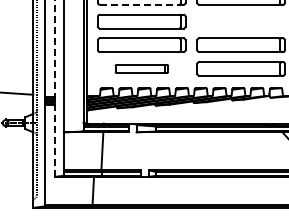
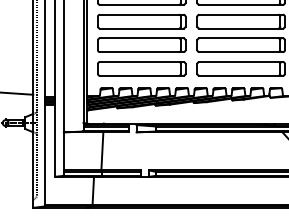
line at (141, 4): dashed -> solid
part at (240, 21): none -> present
part at (141, 68) size: 55x10 px -> 90x16 px
line at (54, 88): dashed -> solid
